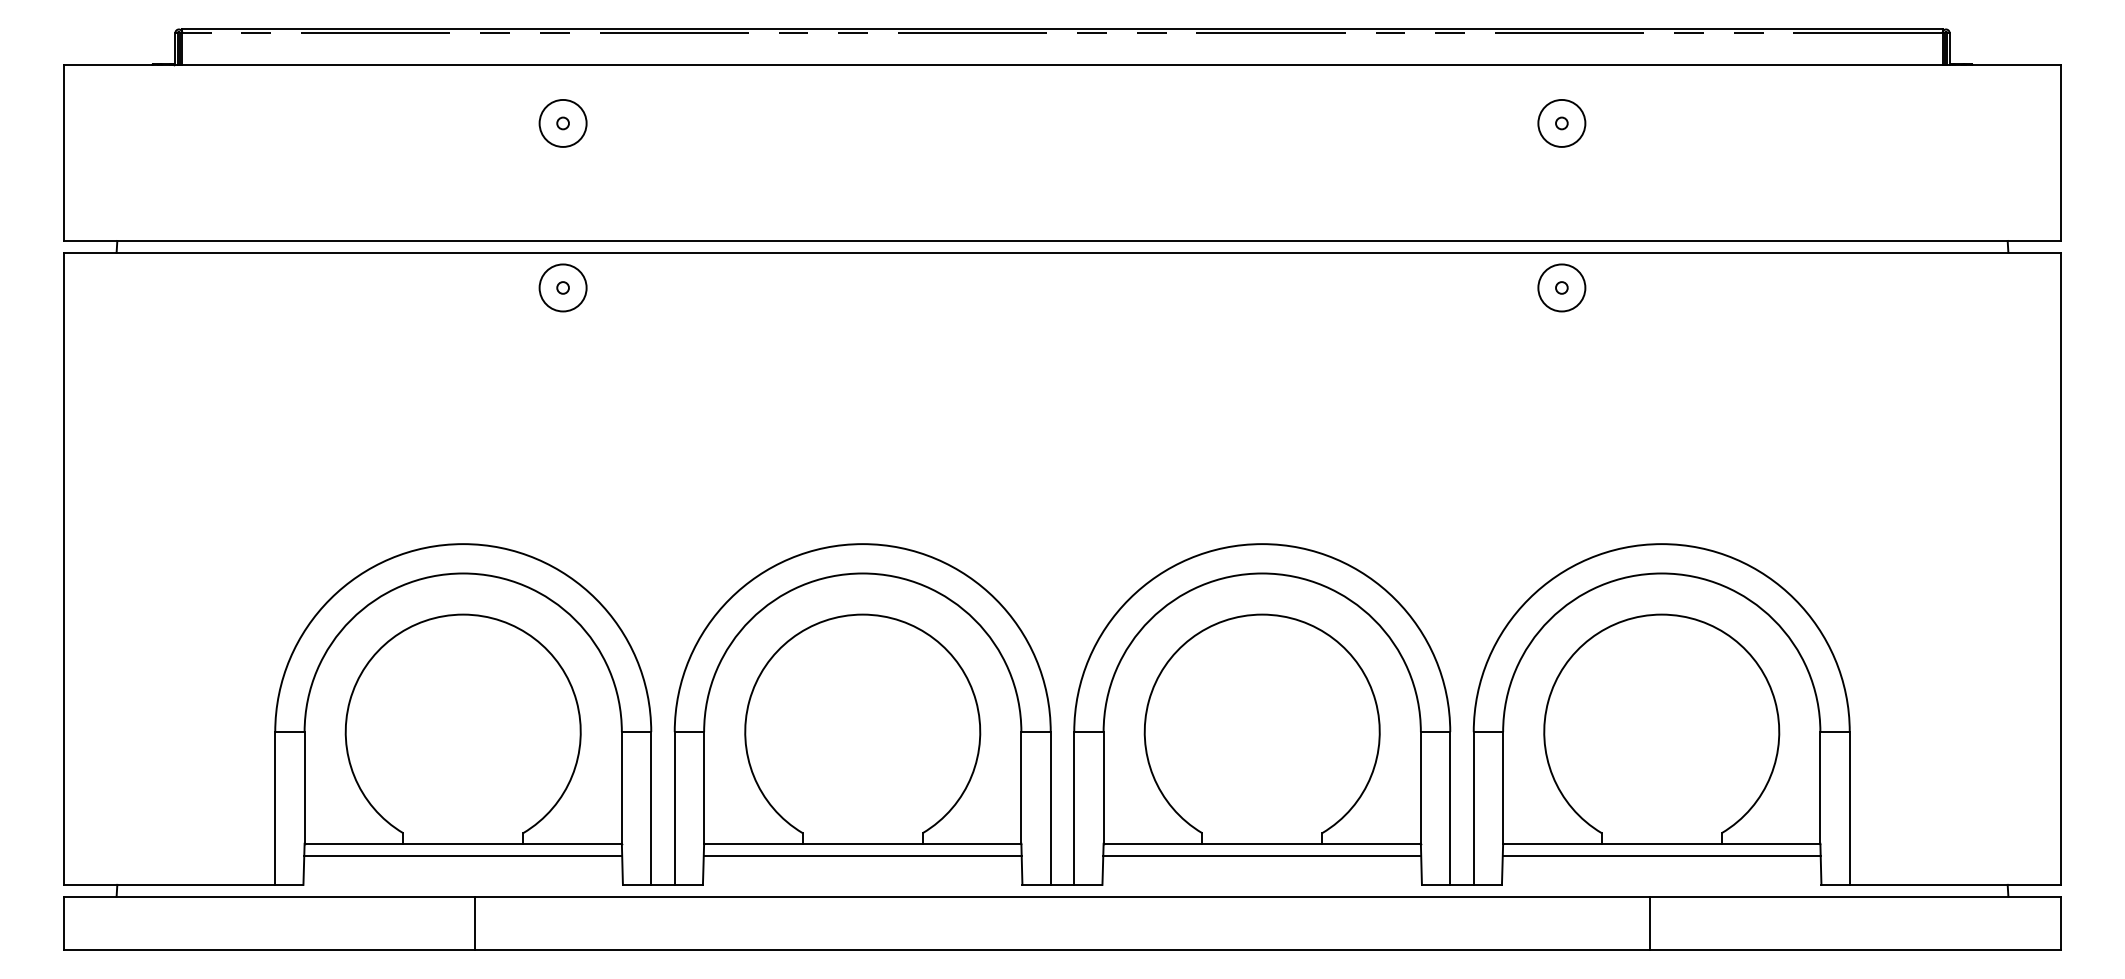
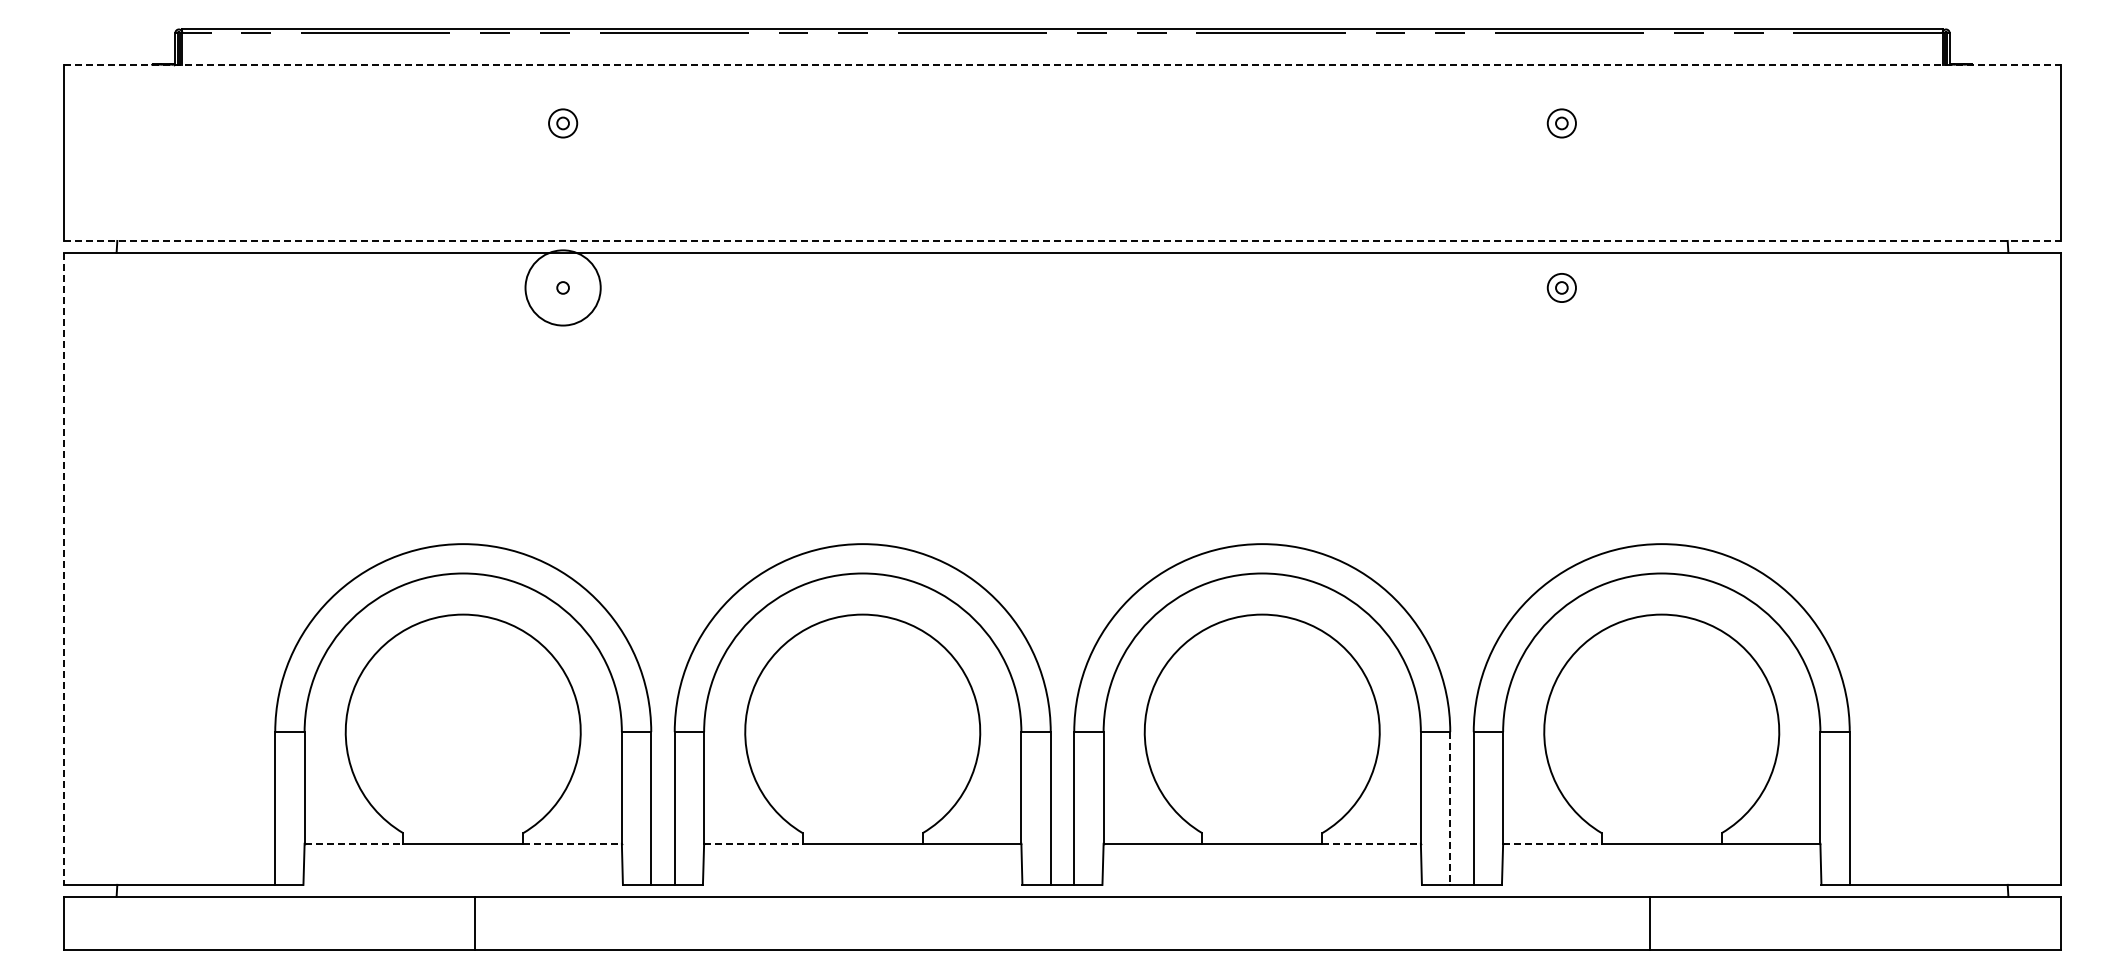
line at (1062, 64): solid -> dashed
circle at (562, 122) diameter: 47 px -> 28 px
circle at (1561, 122) diameter: 47 px -> 28 px
line at (1062, 240): solid -> dashed
circle at (562, 287) diameter: 47 px -> 75 px
circle at (1561, 287) diameter: 47 px -> 28 px
line at (63, 569): solid -> dashed
line at (1450, 809): solid -> dashed
line at (354, 843): solid -> dashed
line at (573, 843): solid -> dashed
line at (753, 843): solid -> dashed
line at (1372, 843): solid -> dashed
line at (1552, 843): solid -> dashed
line at (463, 855): present -> none
line at (862, 855): present -> none
line at (1262, 855): present -> none
line at (1661, 855): present -> none
